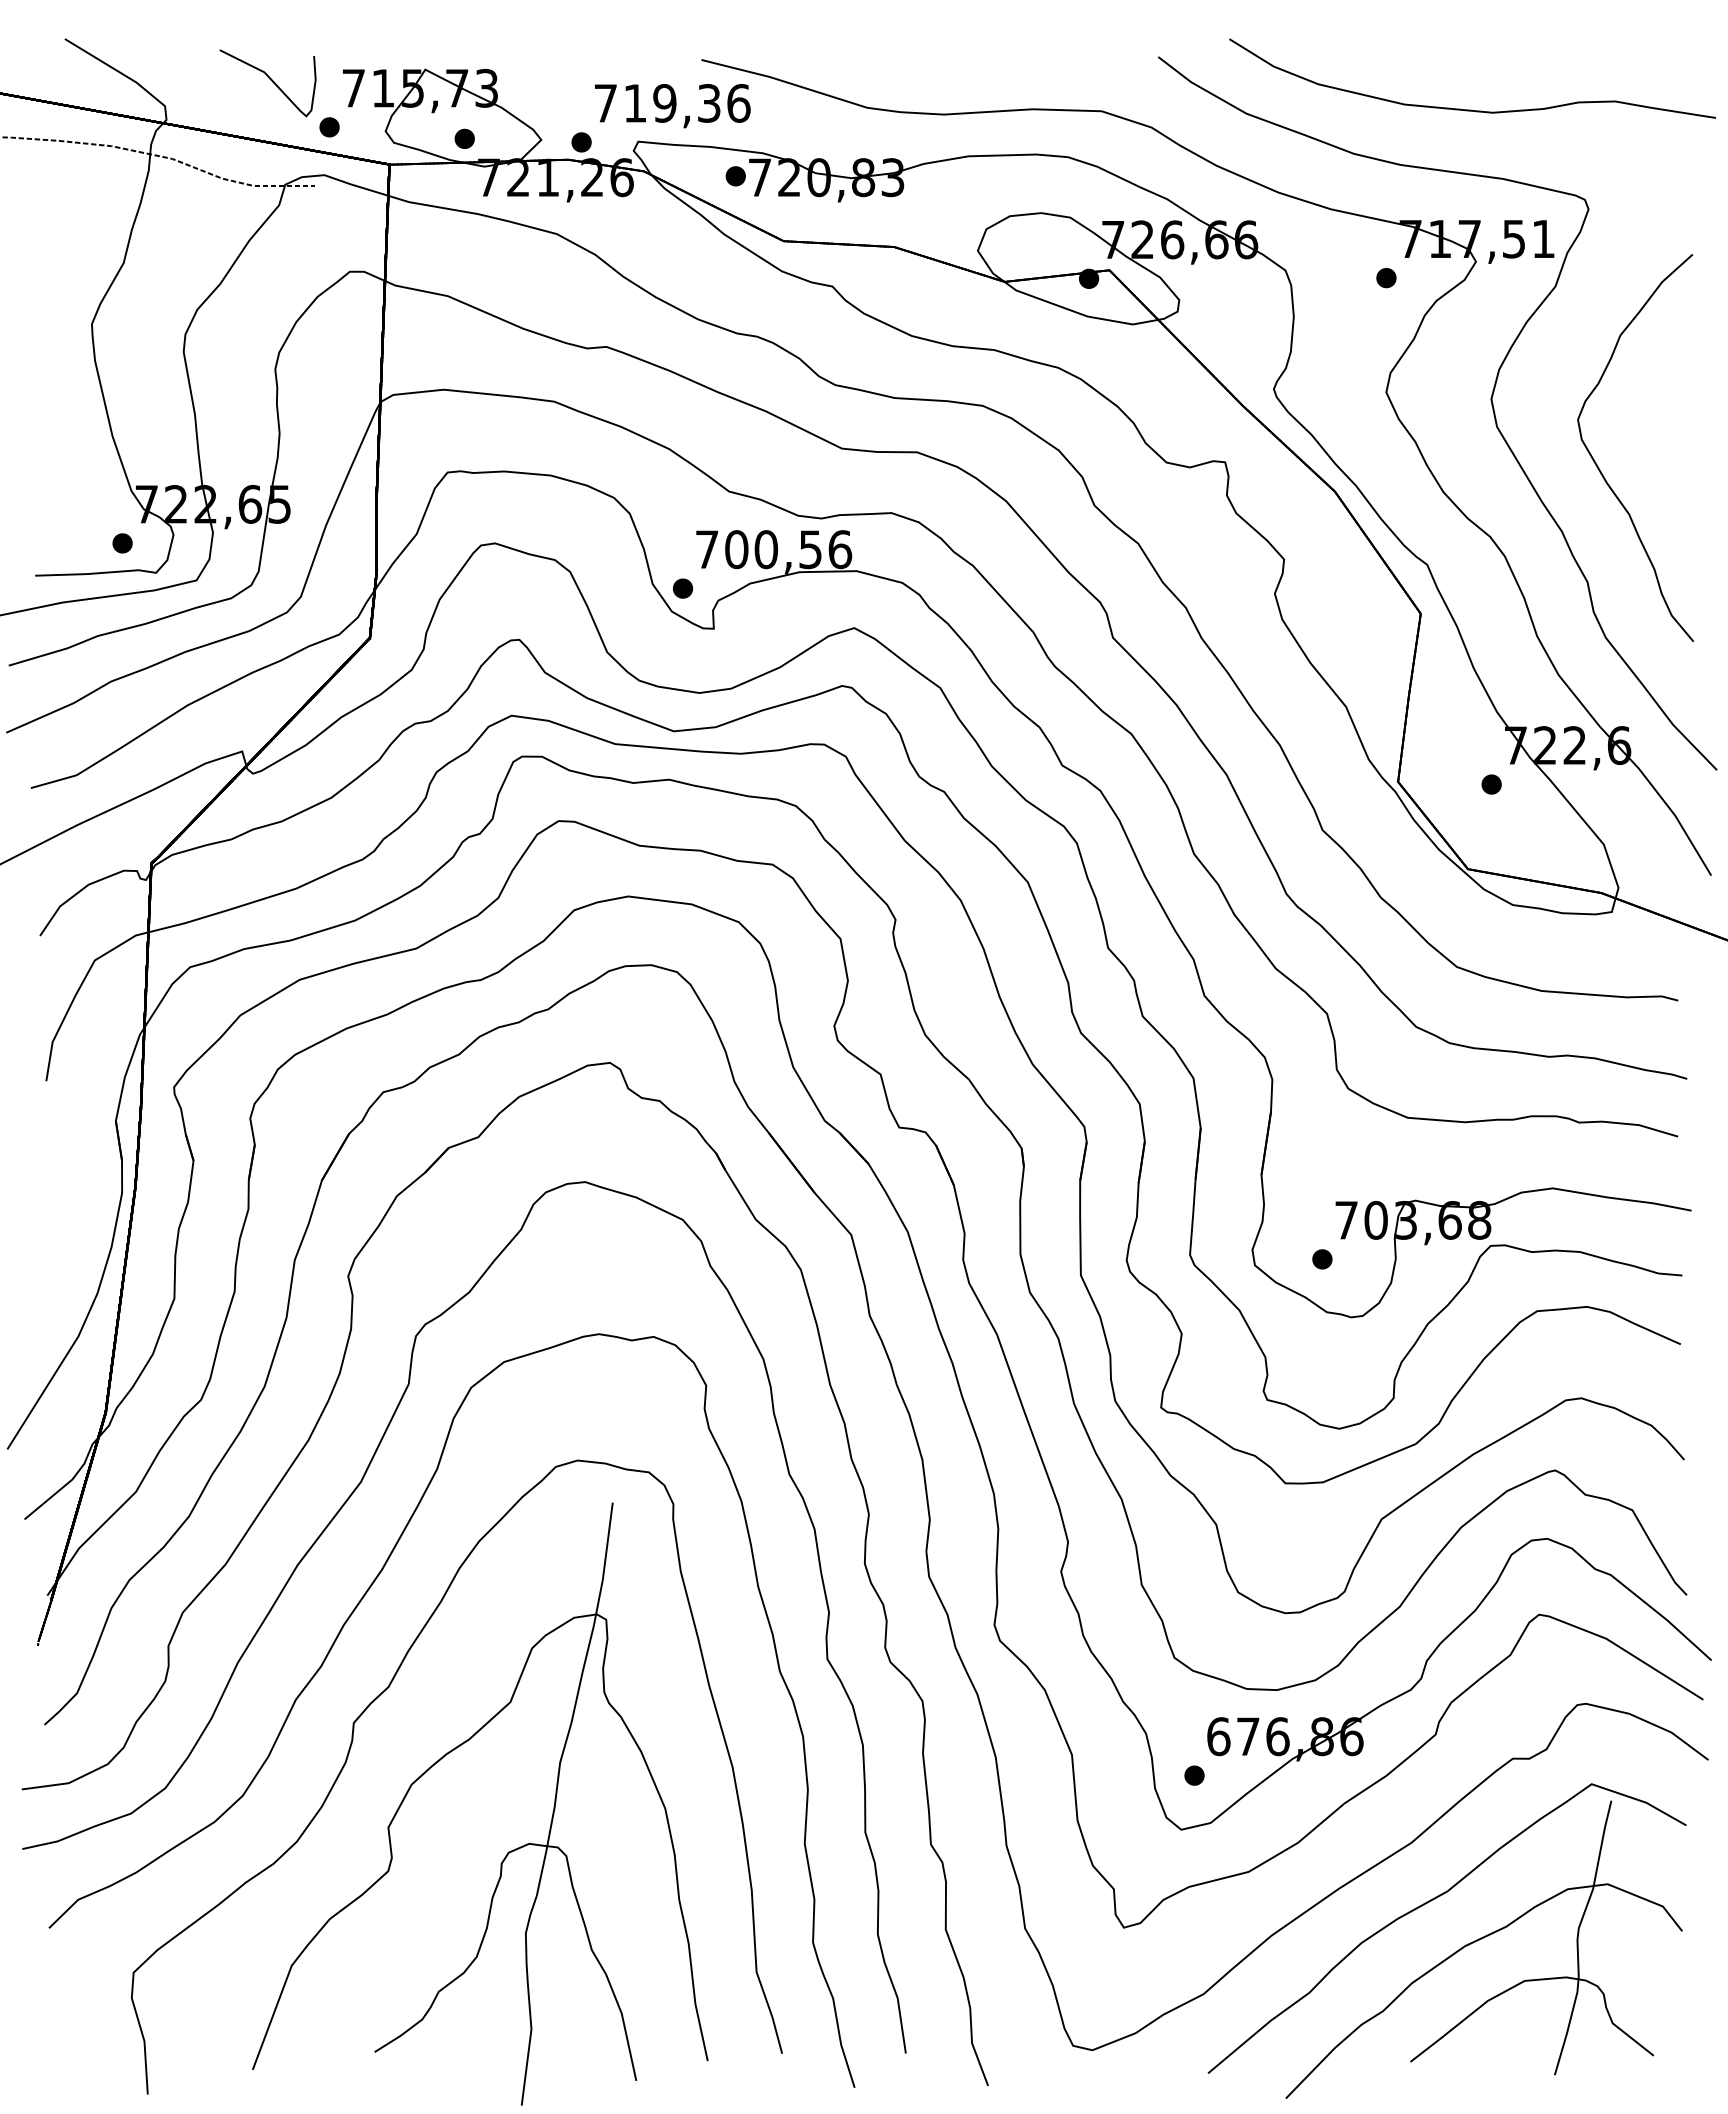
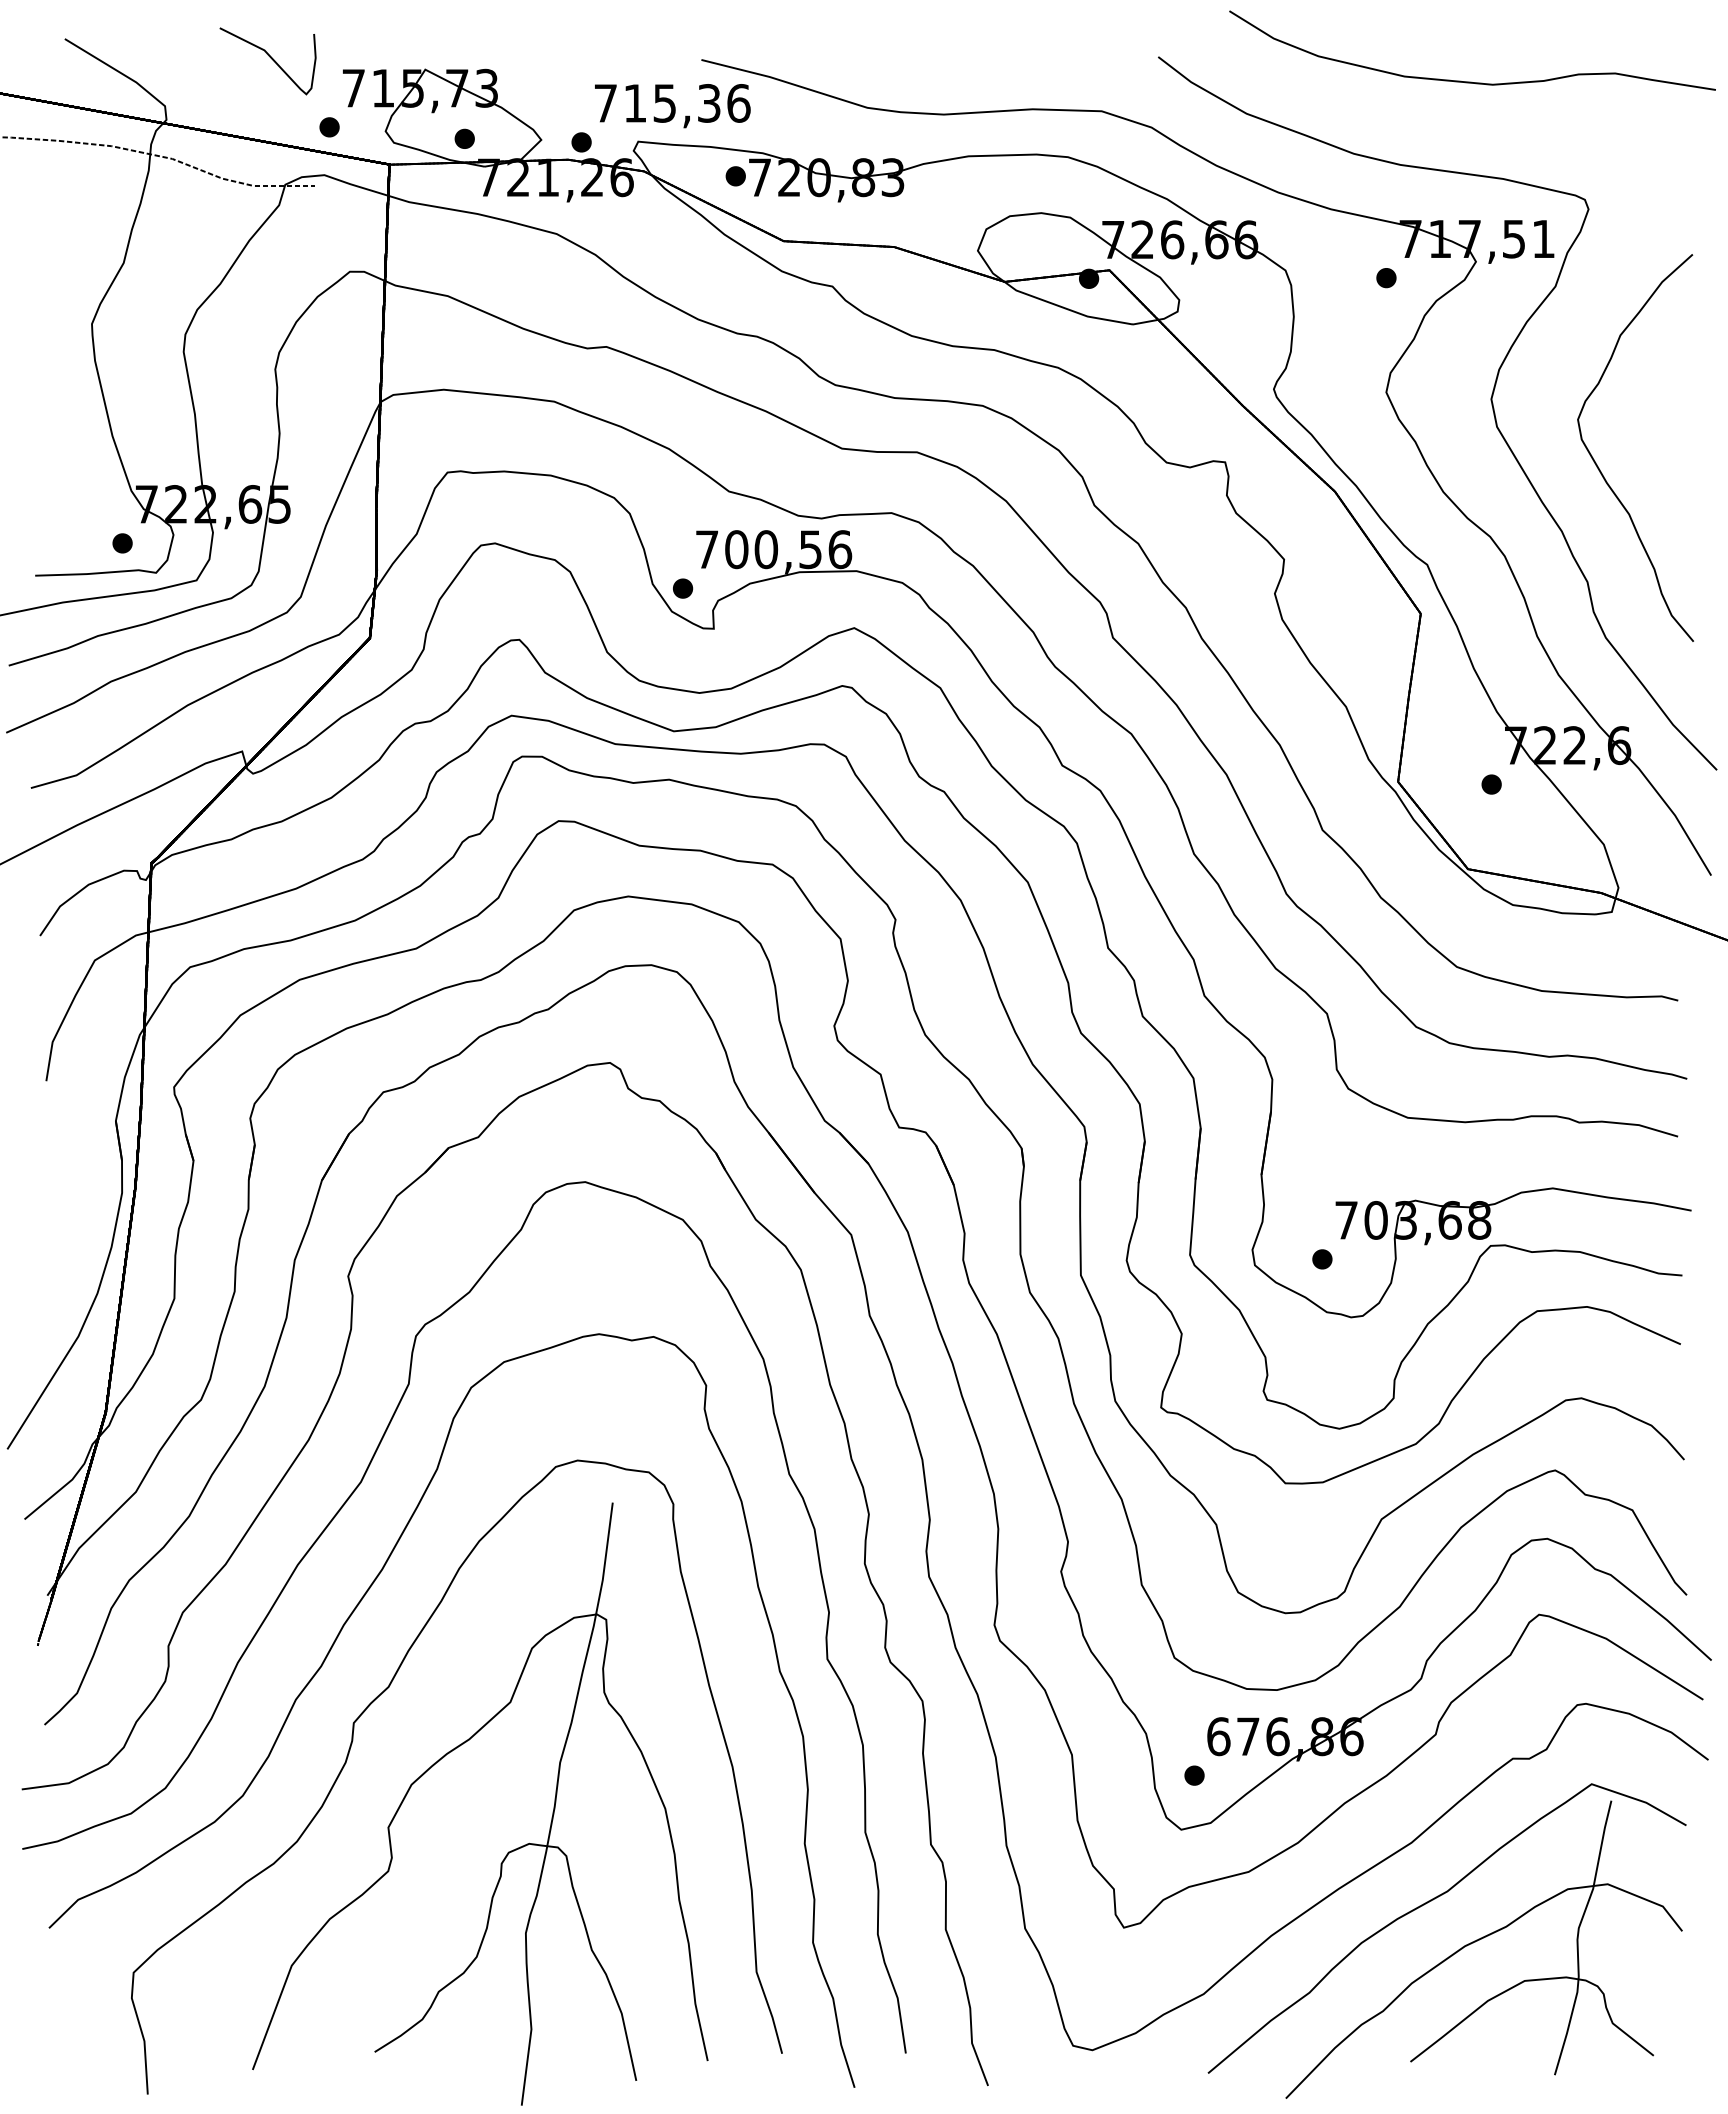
curve at (270, 80) position: (270, 80) -> (270, 58)
text at (664, 103): 719,36 -> 715,36
curve at (1471, 109) position: (1471, 109) -> (1471, 81)
